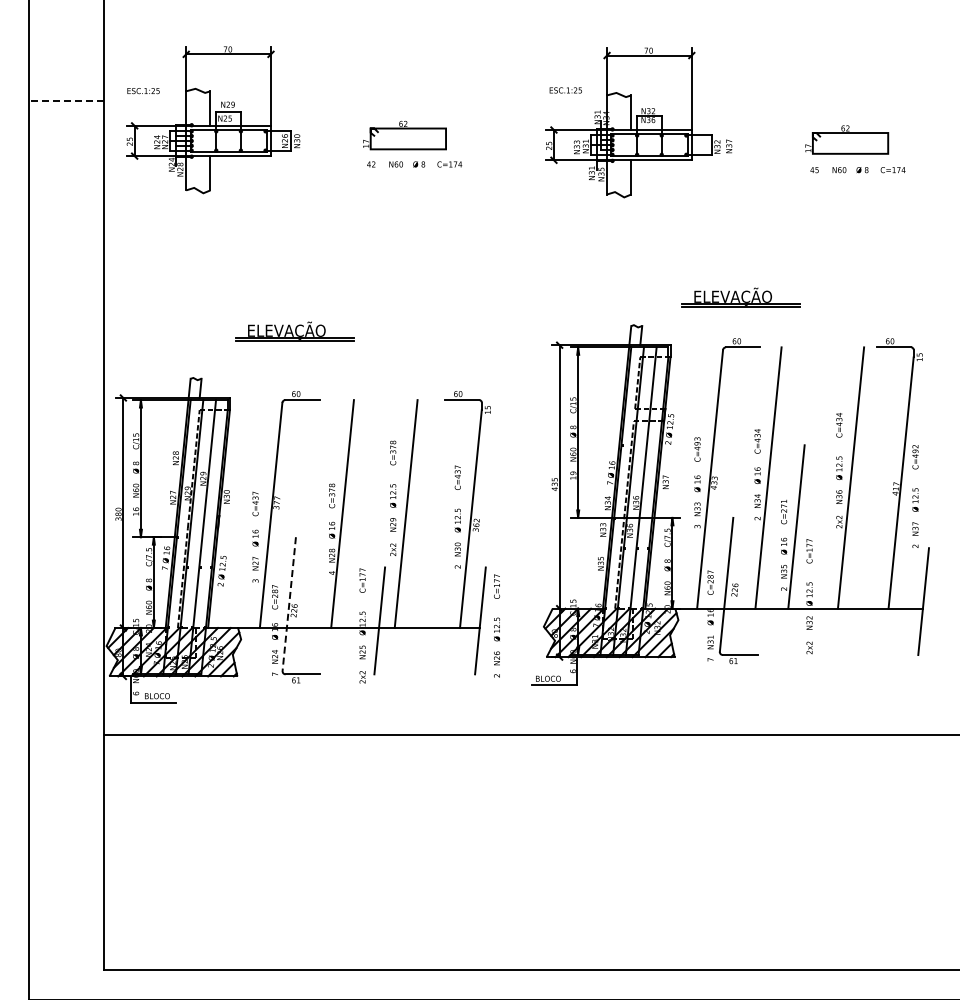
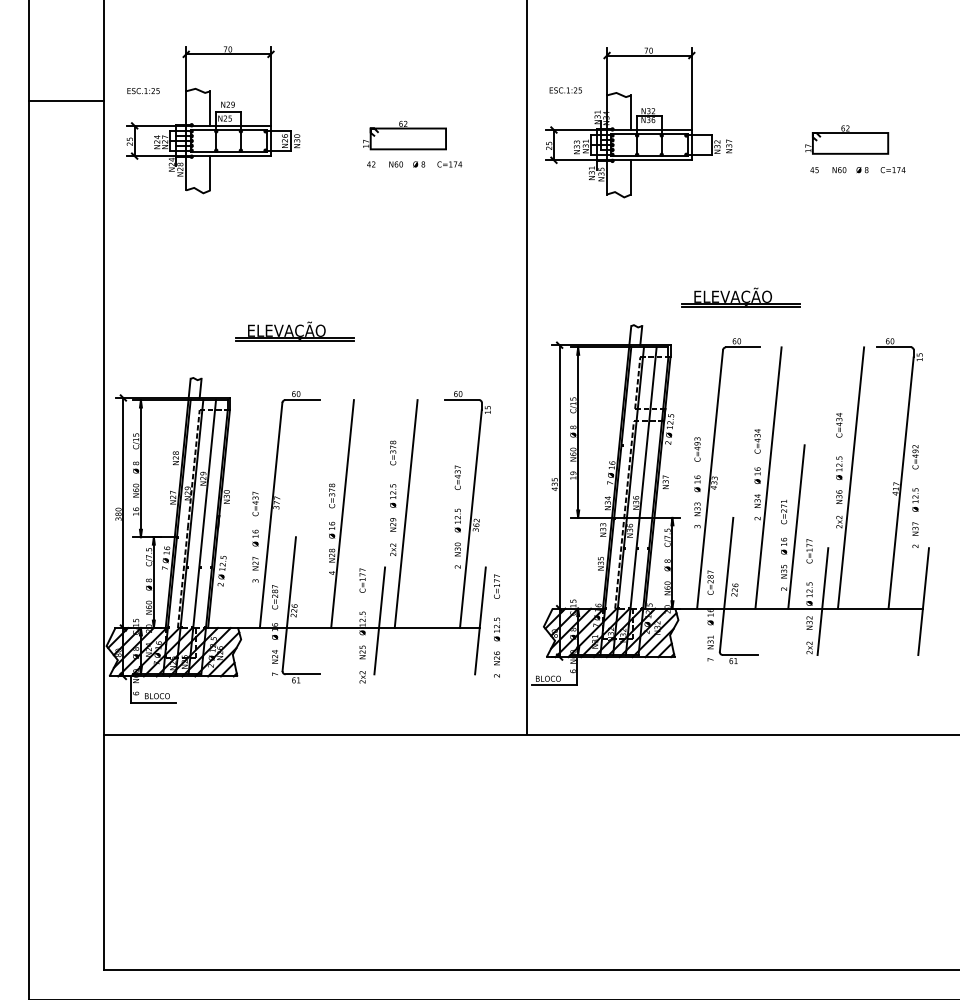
line at (66, 101): dashed -> solid
line at (527, 368): none -> present
line at (822, 601): none -> present
line at (289, 604): dashed -> solid
